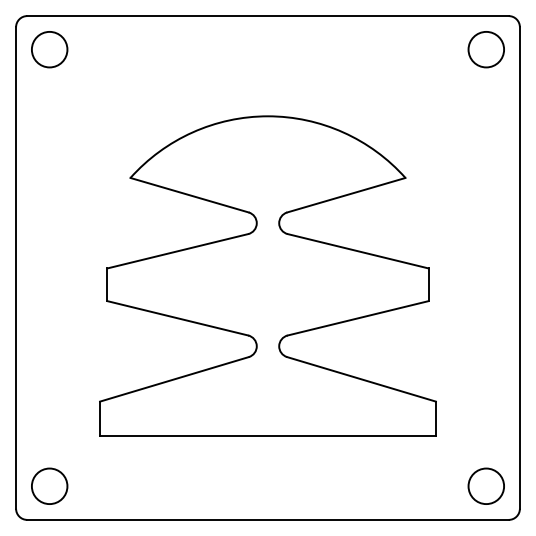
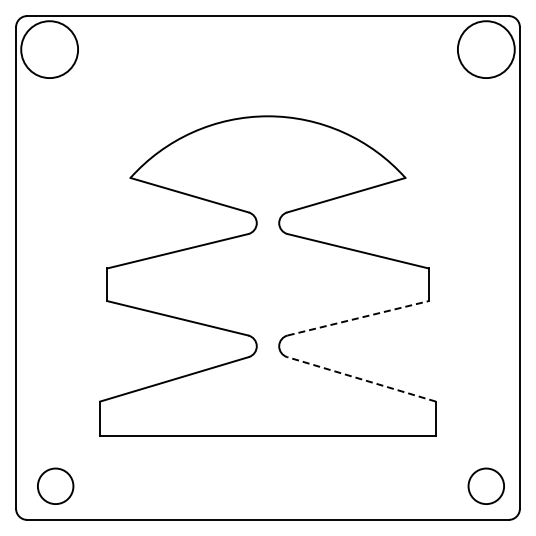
circle at (49, 49) diameter: 36 px -> 57 px
circle at (486, 49) diameter: 36 px -> 57 px
line at (358, 318): solid -> dashed
line at (361, 379): solid -> dashed
circle at (49, 485) position: (49, 485) -> (55, 485)
